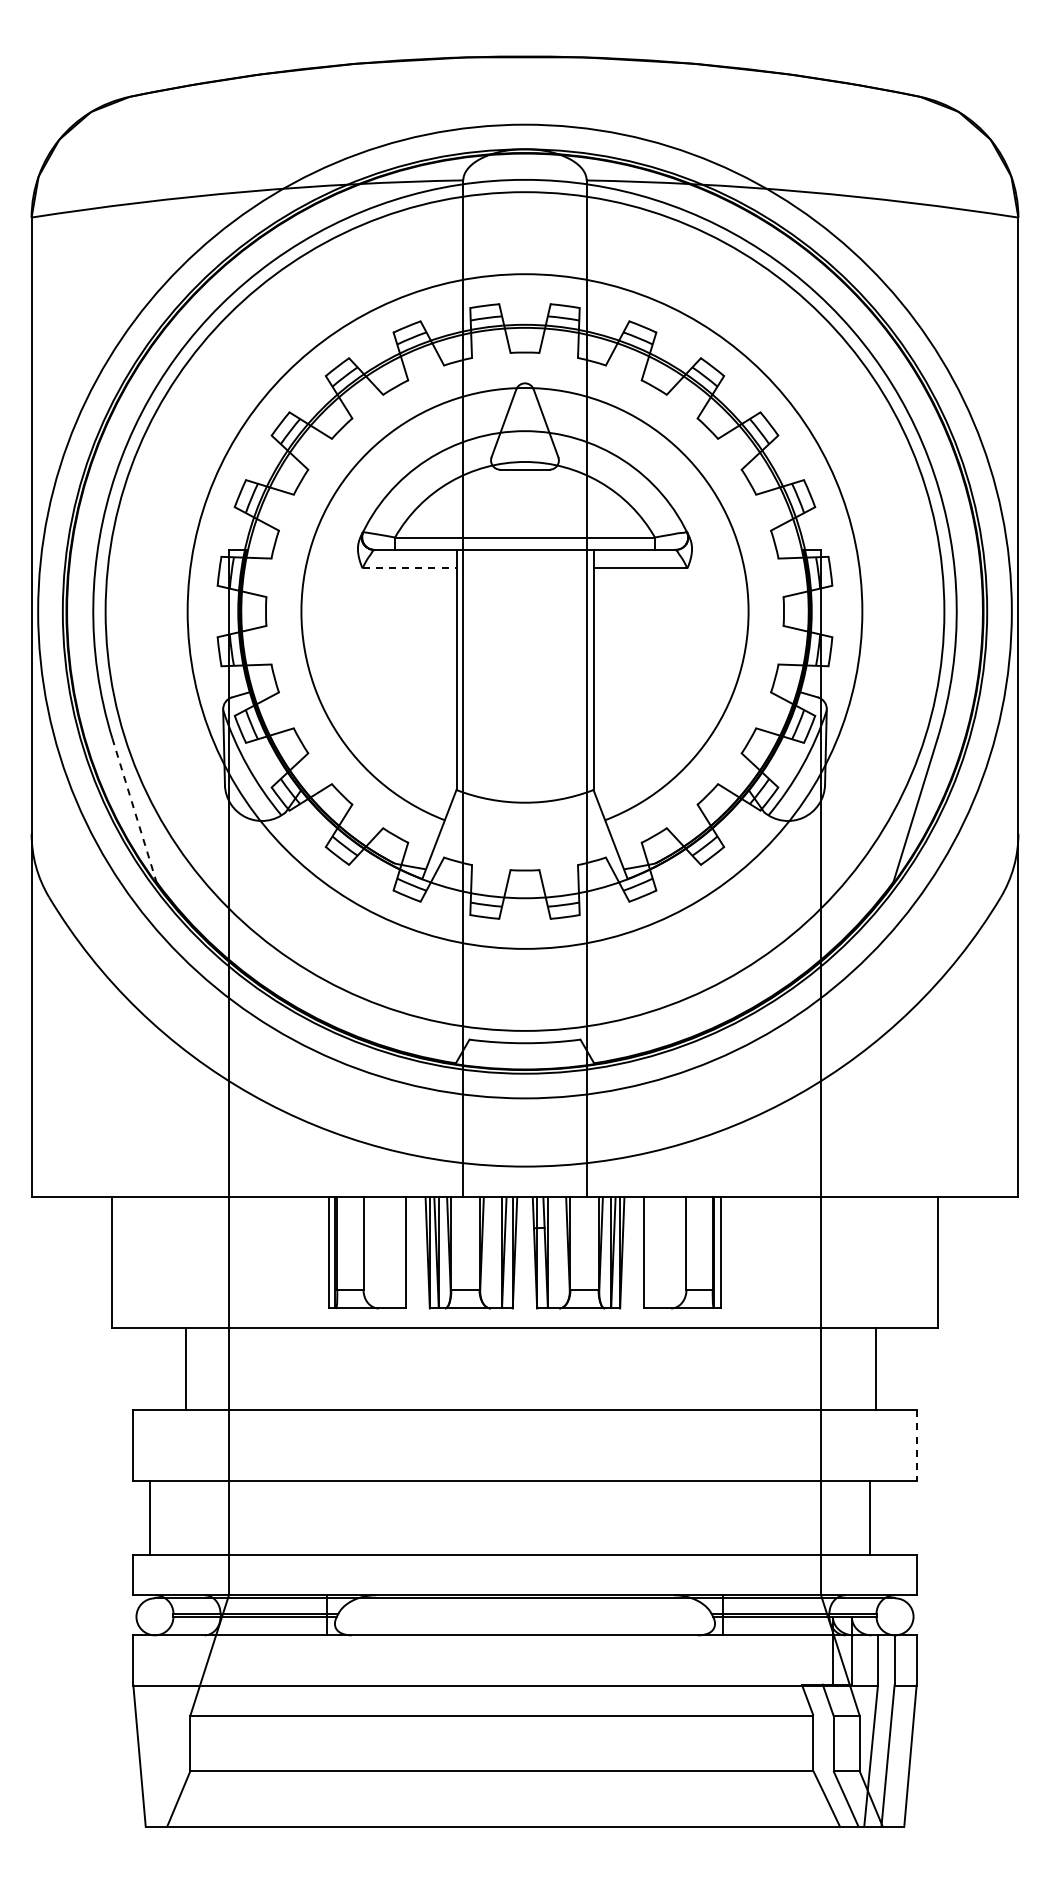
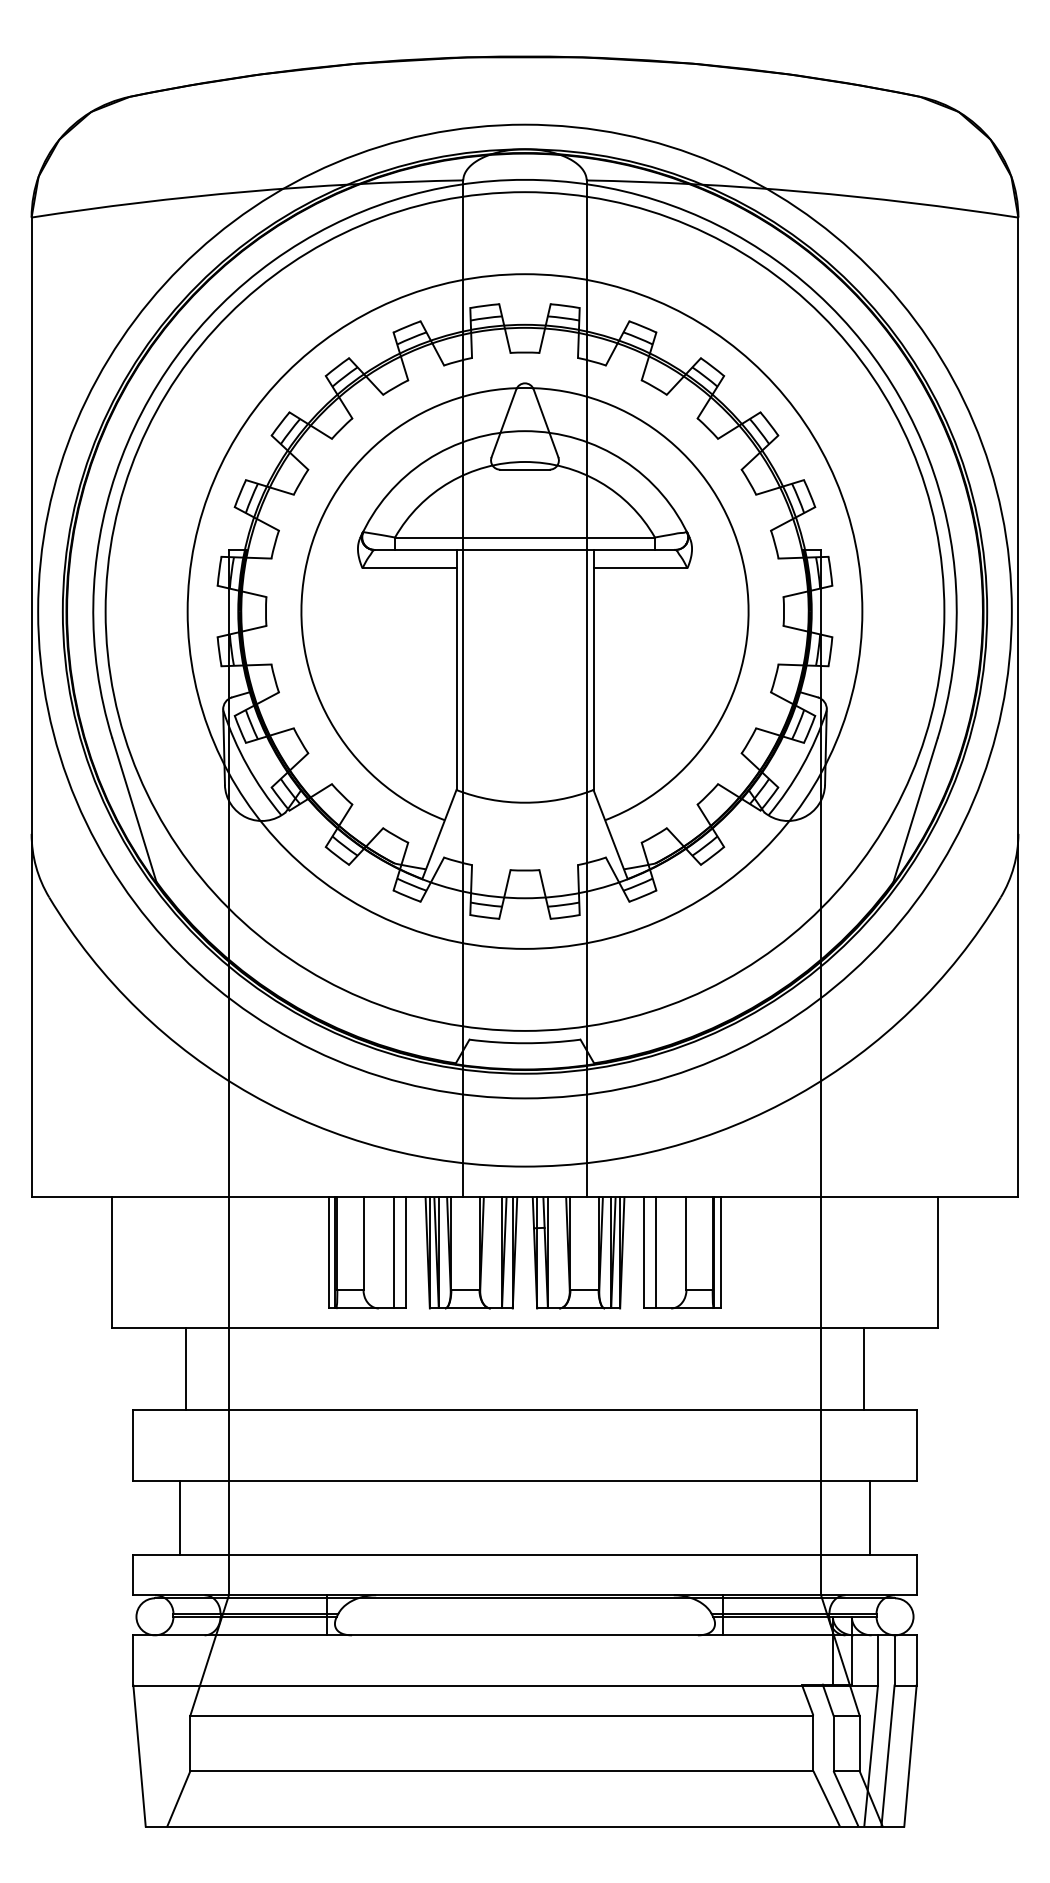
line at (409, 568): dashed -> solid
line at (134, 811): dashed -> solid
line at (394, 1252): none -> present
line at (655, 1252): none -> present
line at (876, 1368) position: (876, 1368) -> (864, 1368)
line at (916, 1446): dashed -> solid
line at (149, 1518) position: (149, 1518) -> (179, 1518)
